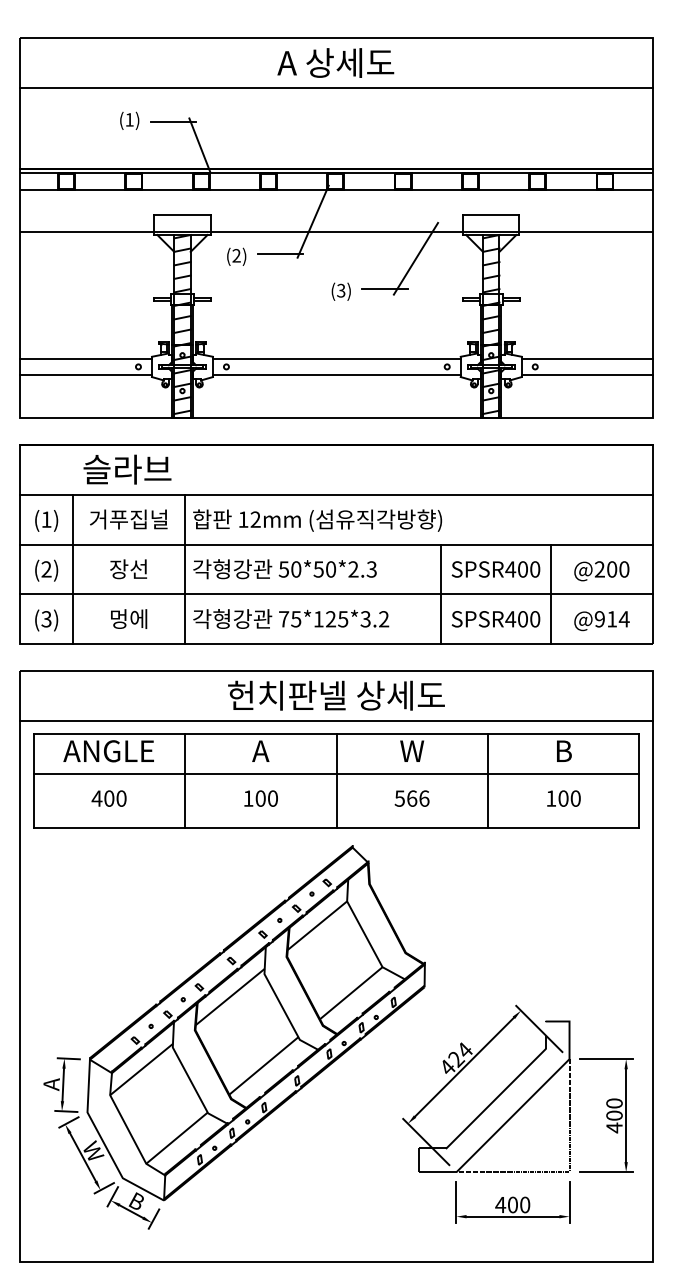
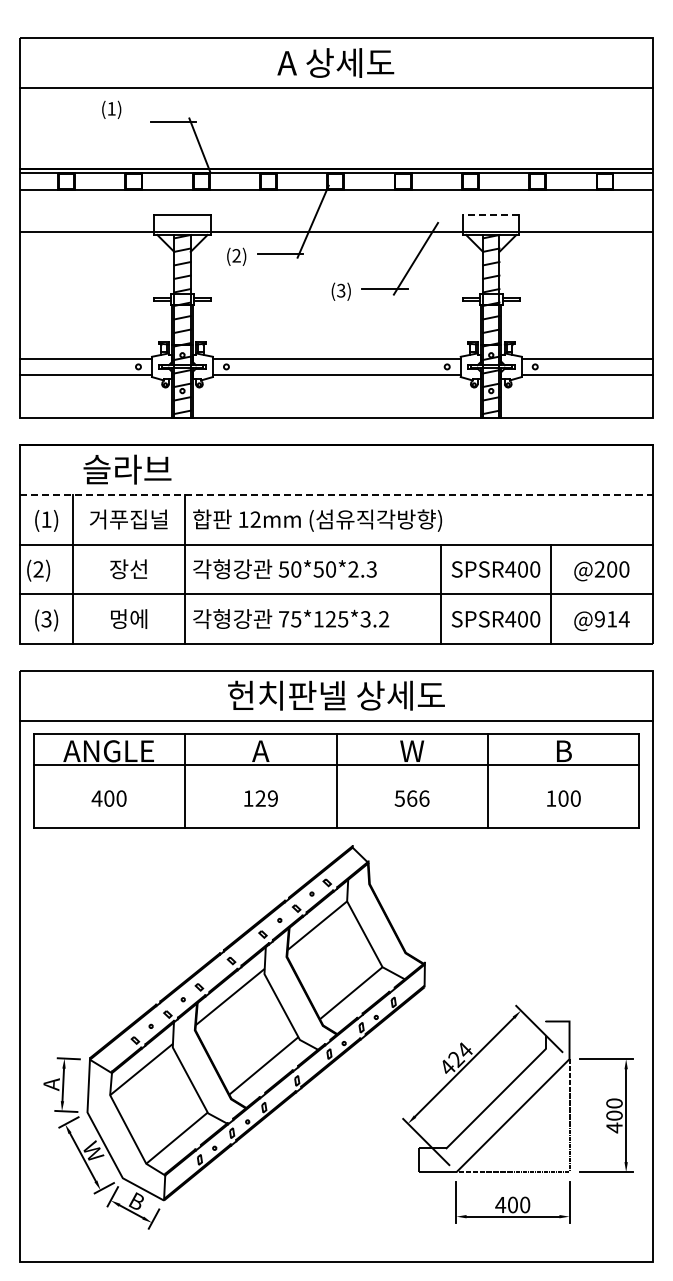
text at (129, 120) position: (129, 120) -> (111, 109)
line at (490, 215): solid -> dashed
line at (336, 494): solid -> dashed
text at (46, 570) position: (46, 570) -> (38, 570)
line at (336, 773) position: (336, 773) -> (336, 764)
text at (266, 798): 100 -> 129
